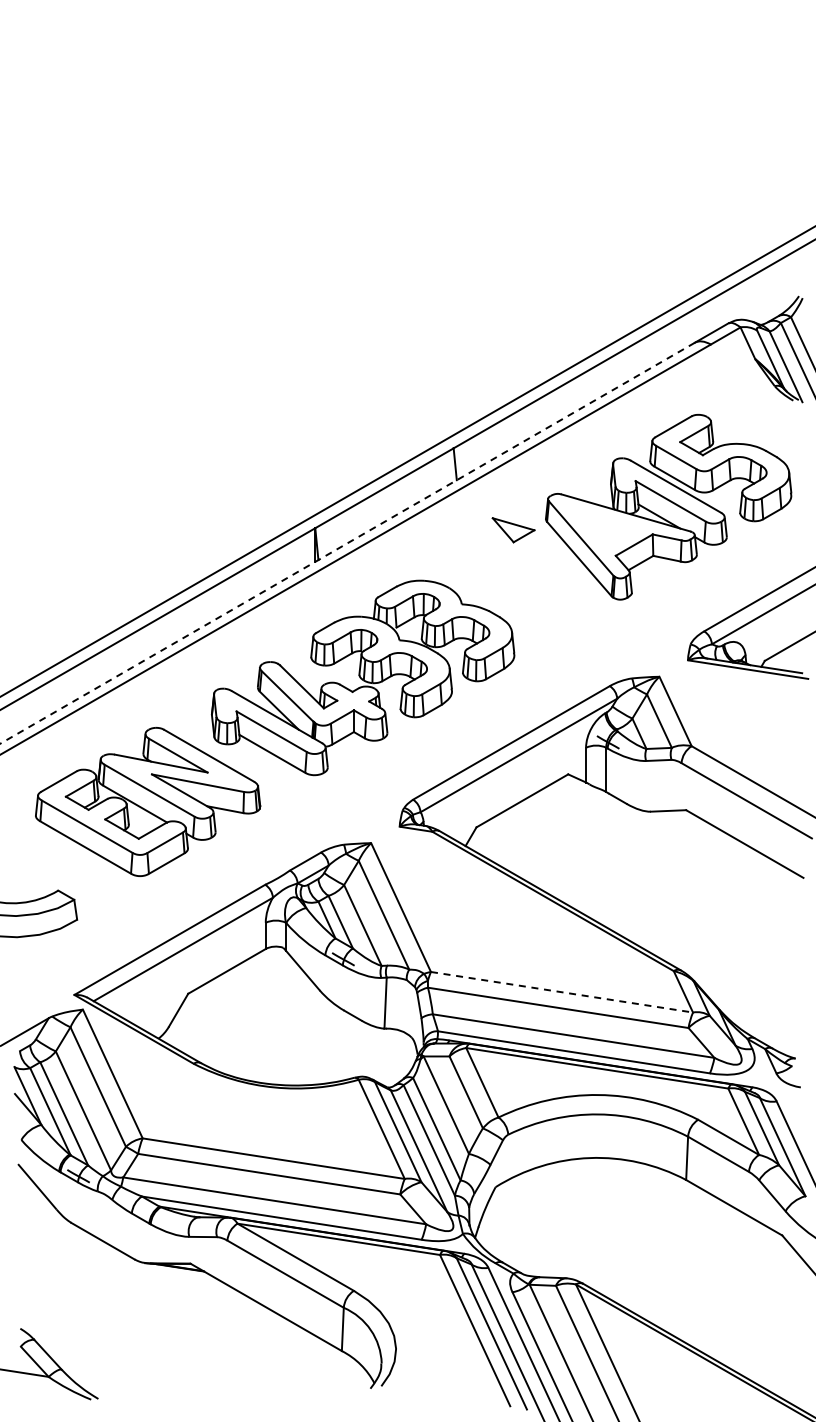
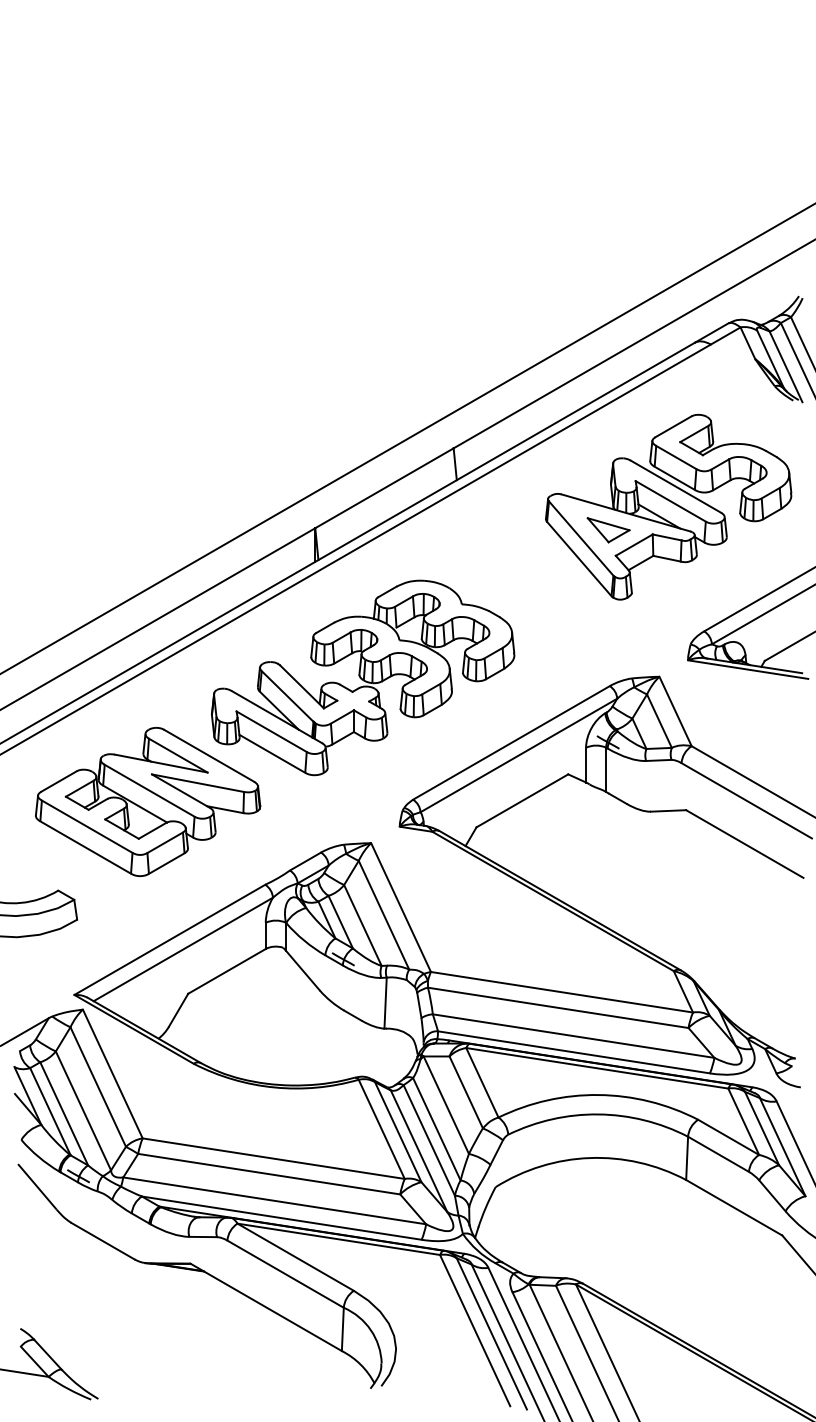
line at (407, 461) position: (407, 461) -> (407, 438)
part at (513, 530) position: (513, 530) -> (608, 530)
line at (347, 543): dashed -> solid
line at (561, 992): dashed -> solid
